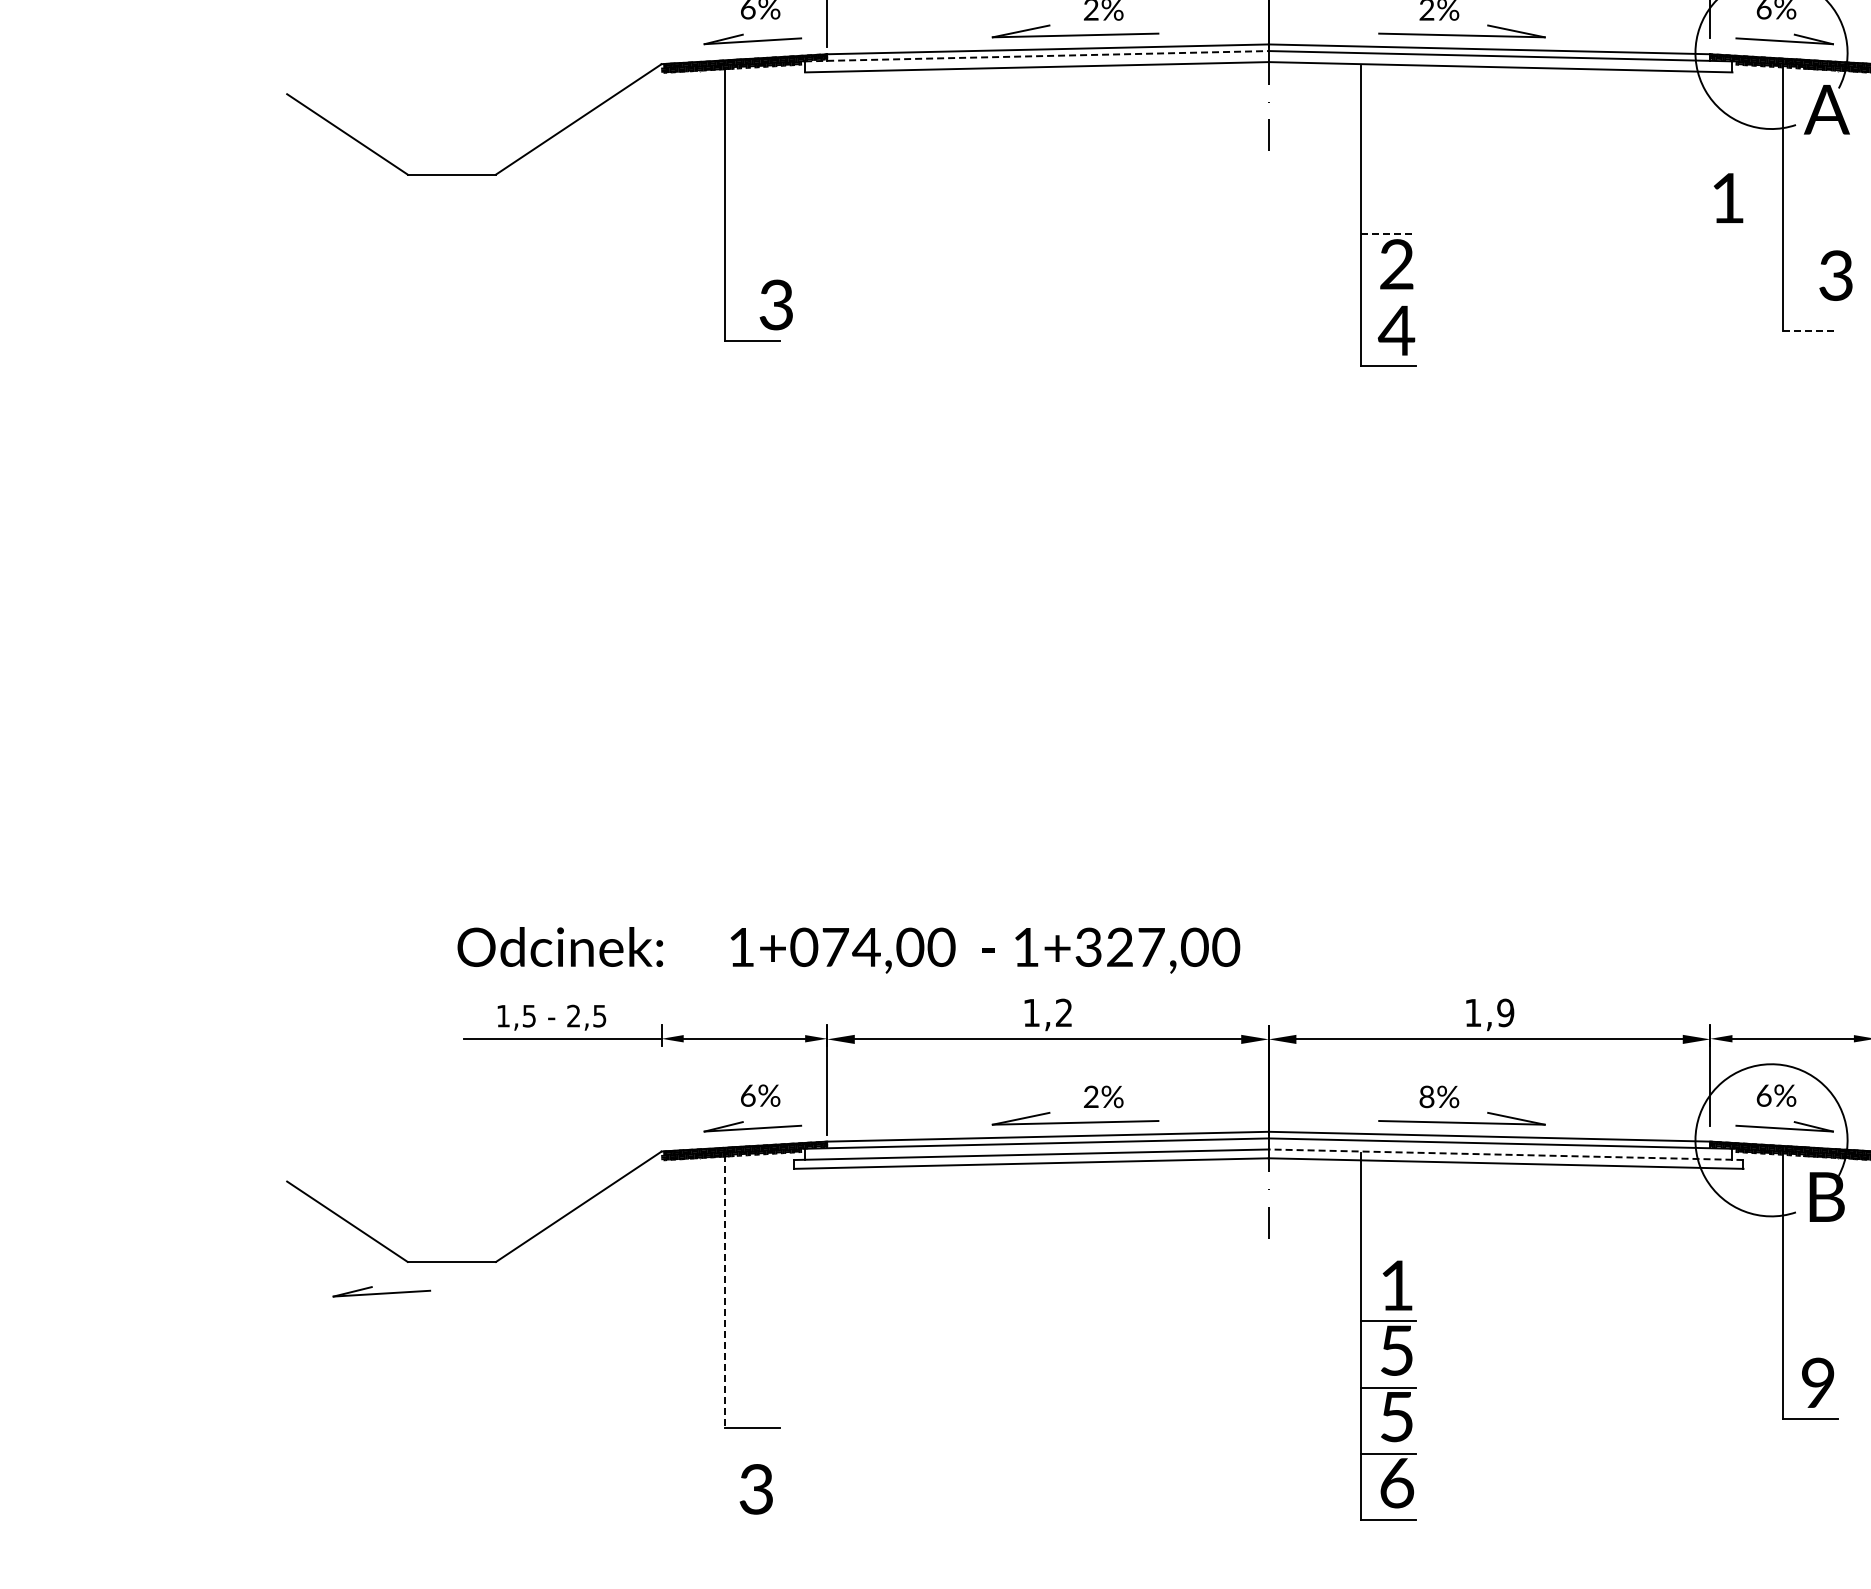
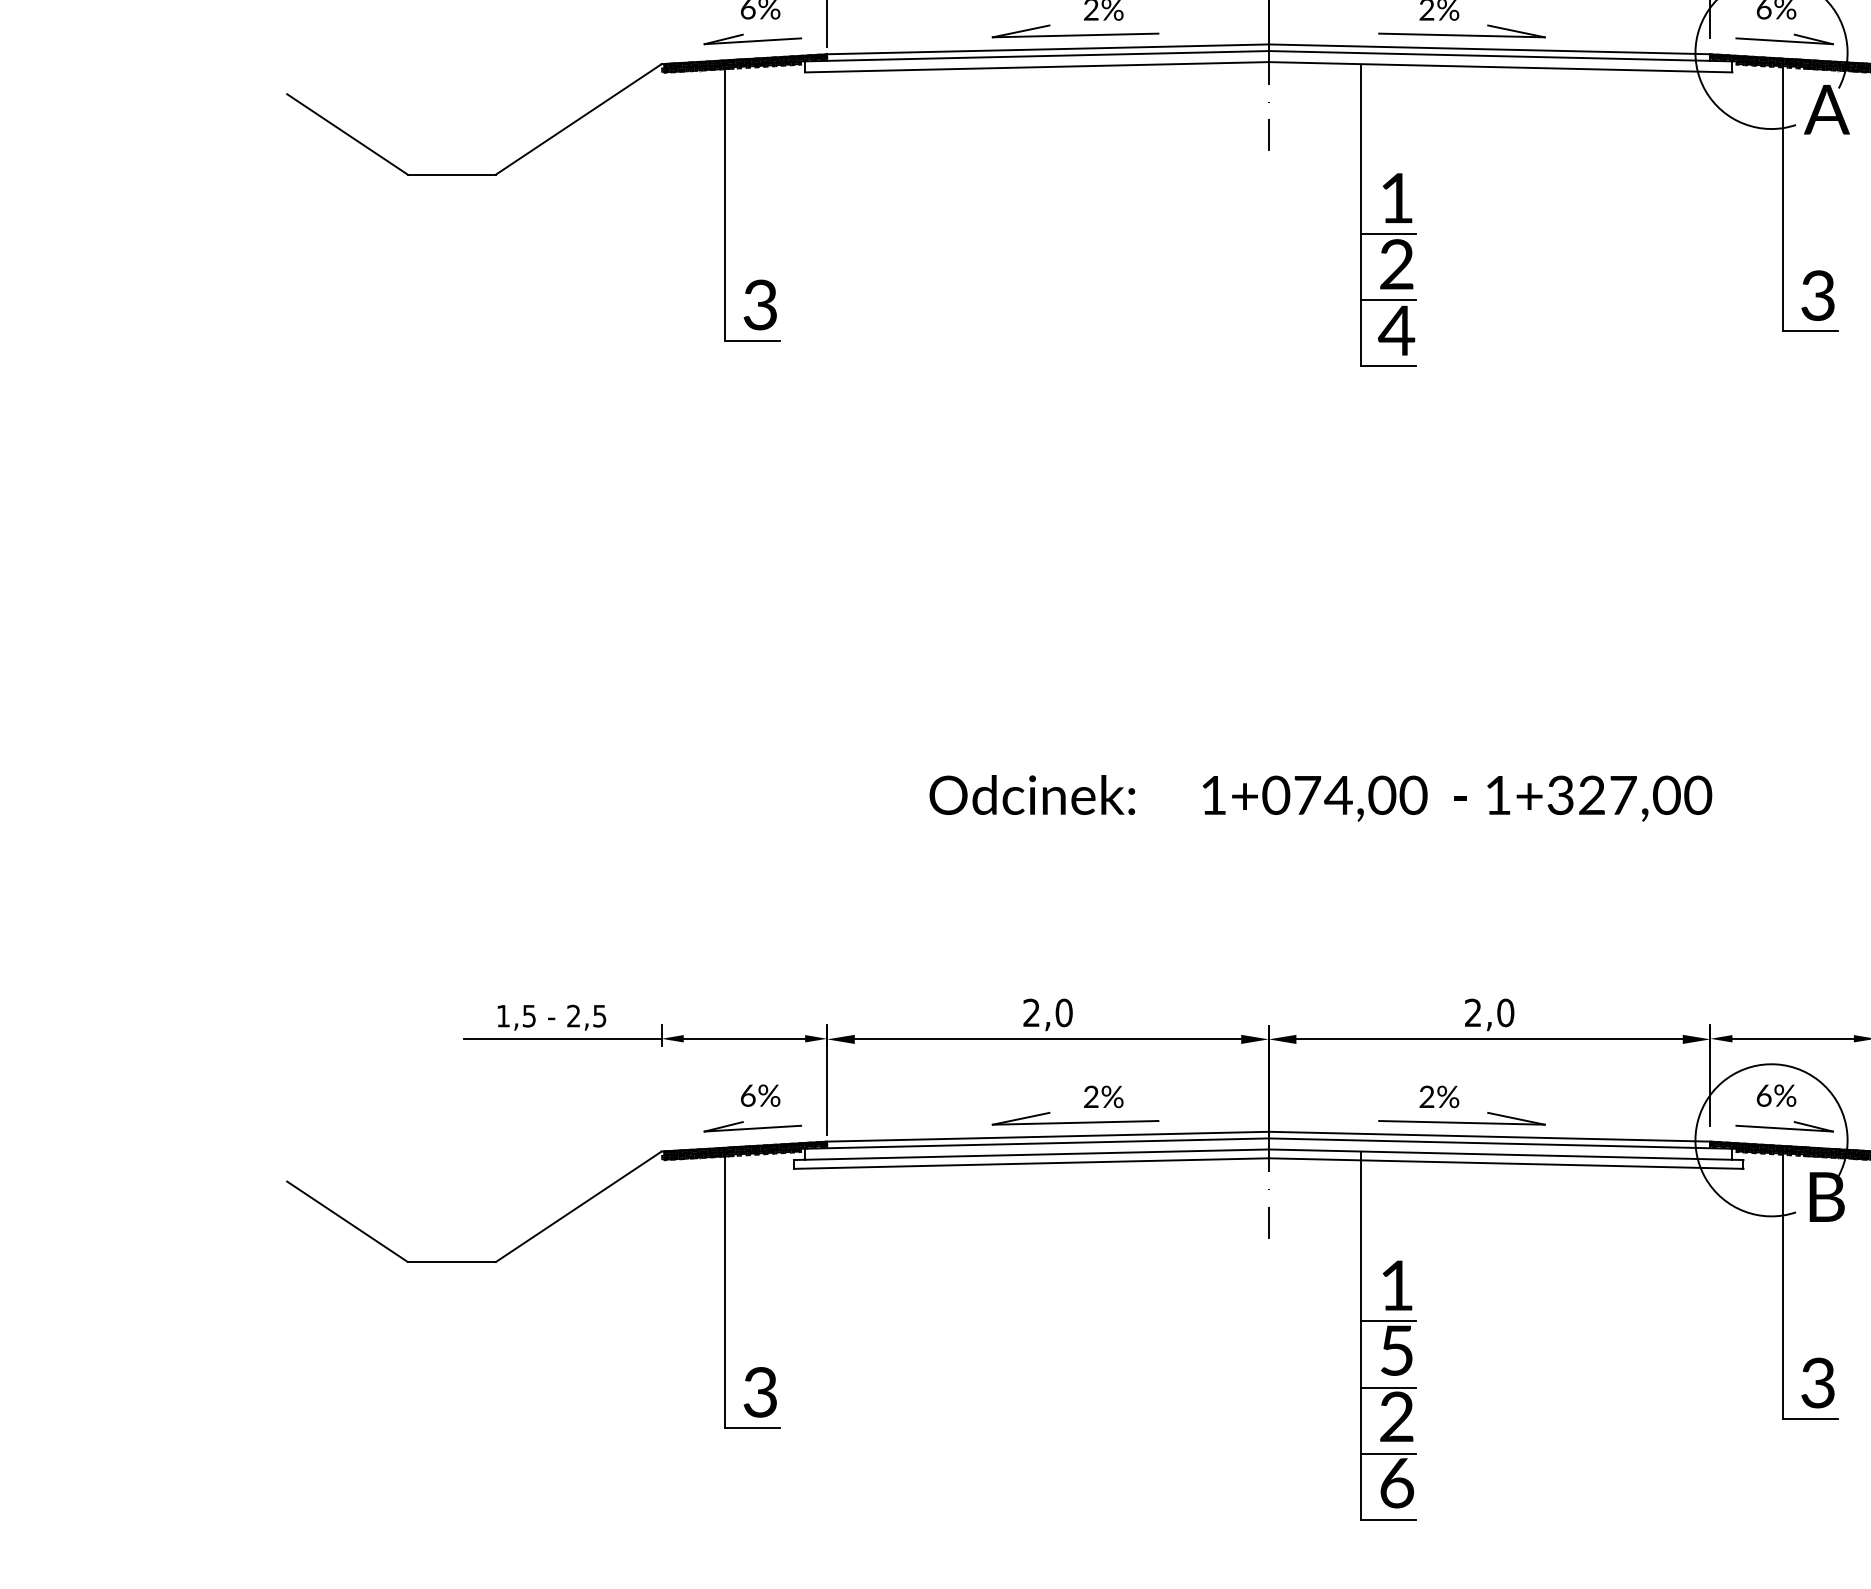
line at (1036, 56): dashed -> solid
text at (1728, 197) position: (1728, 197) -> (1397, 197)
line at (1388, 233): dashed -> solid
text at (1835, 275) position: (1835, 275) -> (1817, 295)
line at (1388, 300): none -> present
text at (775, 304) position: (775, 304) -> (759, 304)
line at (1810, 331): dashed -> solid
text at (848, 950) position: (848, 950) -> (1320, 798)
text at (1047, 1012): 1,2 -> 2,0
text at (1489, 1012): 1,9 -> 2,0
text at (1426, 1097): 8% -> 2%
line at (1505, 1154): dashed -> solid
part at (381, 1291): present -> none
line at (724, 1292): dashed -> solid
text at (1817, 1382): 9 -> 3
text at (1396, 1416): 5 -> 2
text at (755, 1489) position: (755, 1489) -> (759, 1392)
